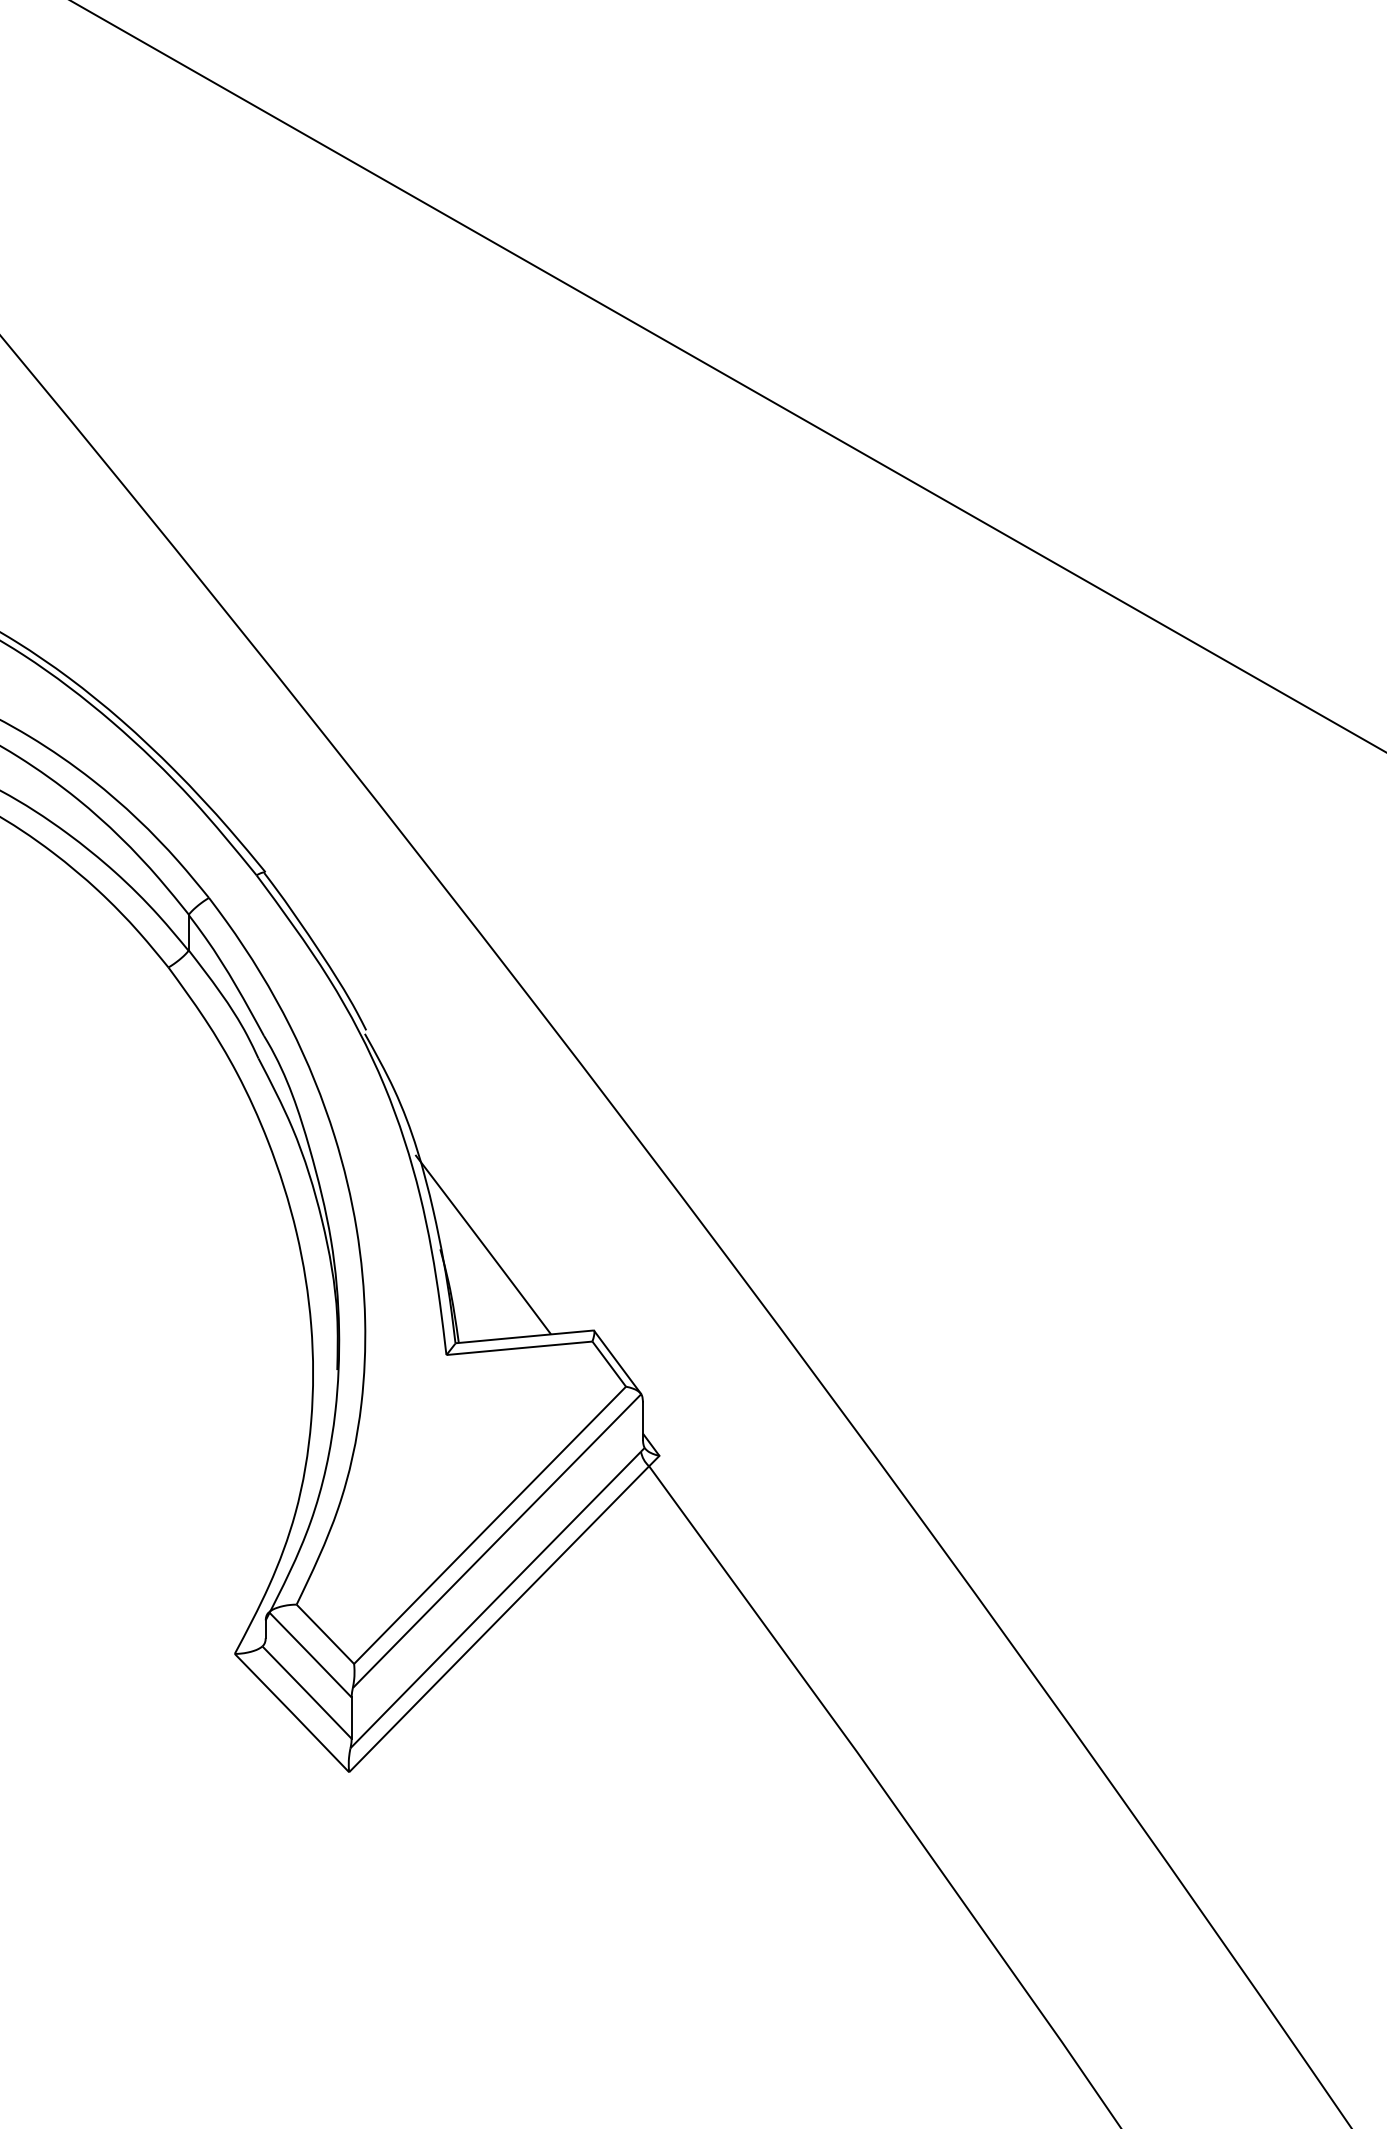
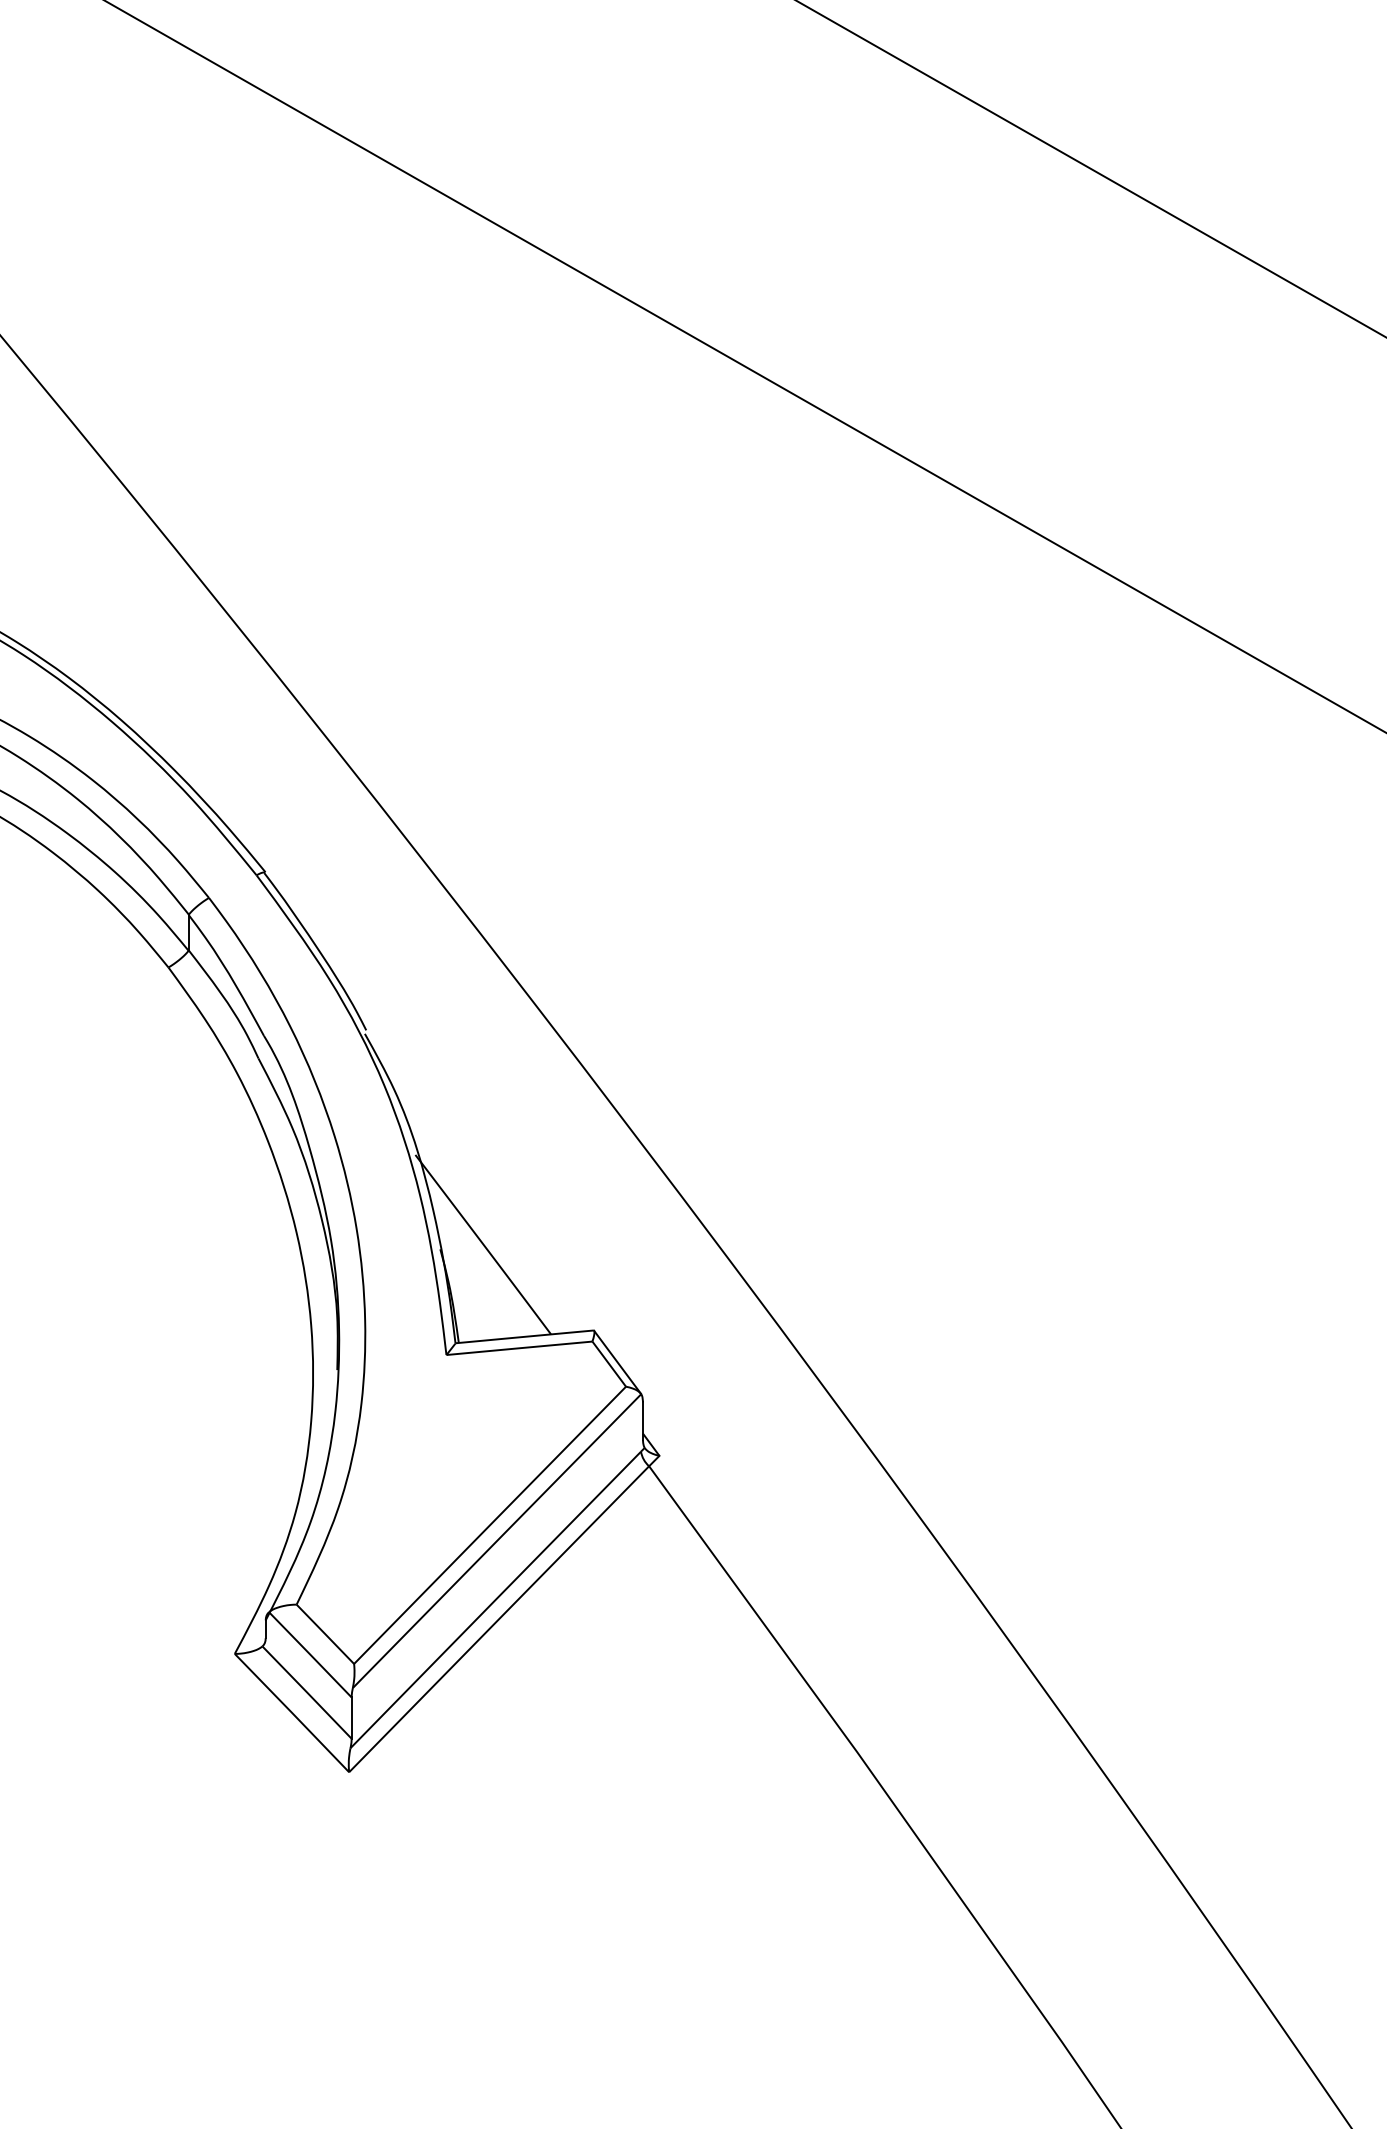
line at (1091, 169): none -> present
line at (728, 376) position: (728, 376) -> (745, 366)
